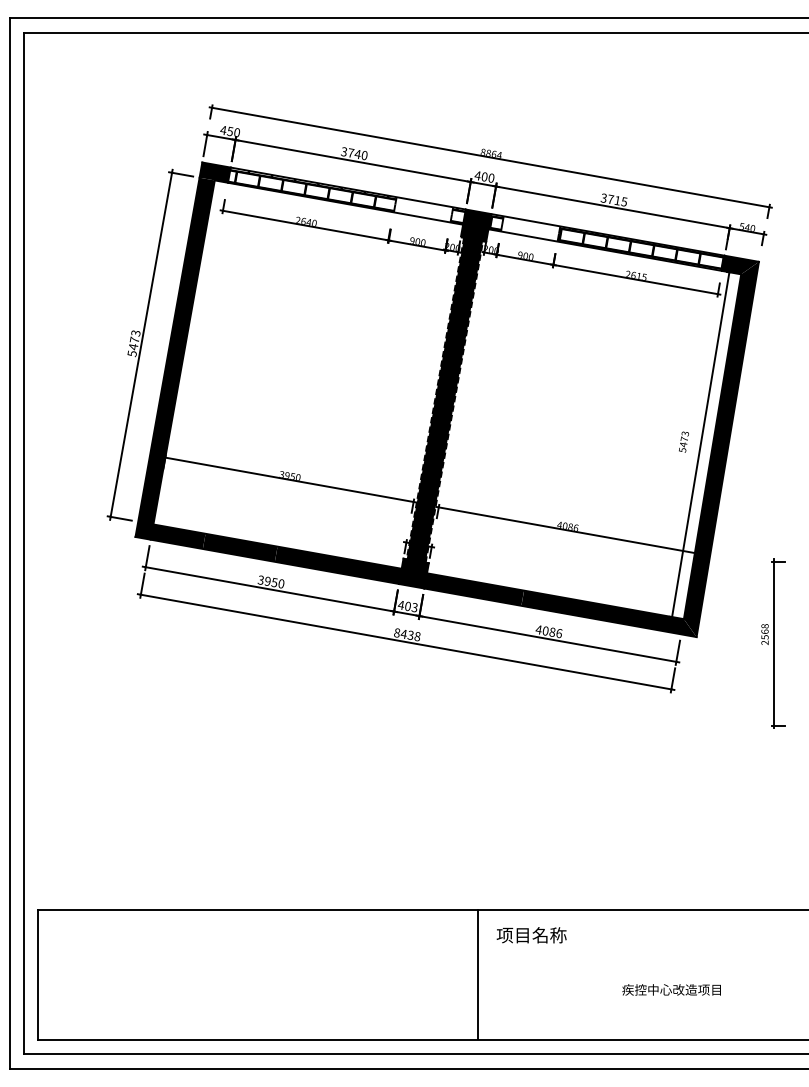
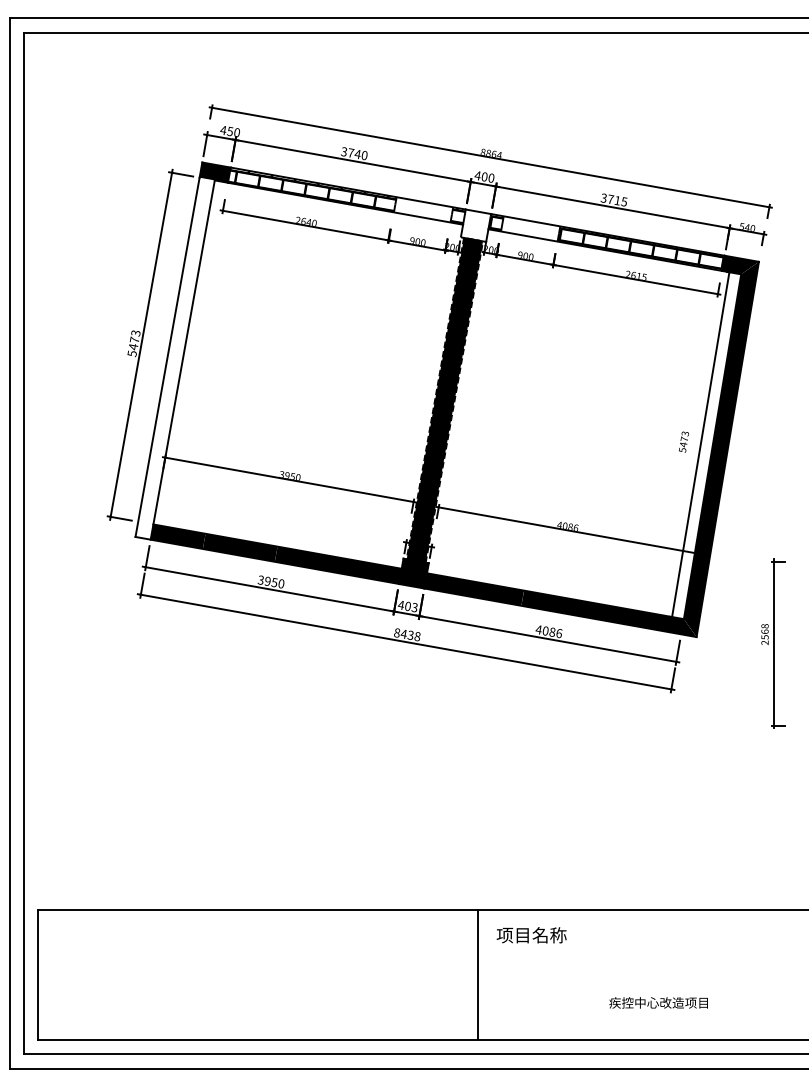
fill at (475, 225): present -> none
fill at (174, 358): present -> none
text at (671, 989) position: (671, 989) -> (658, 1002)
